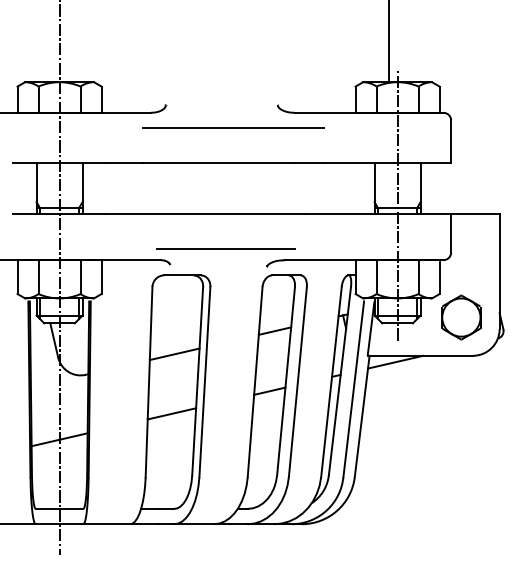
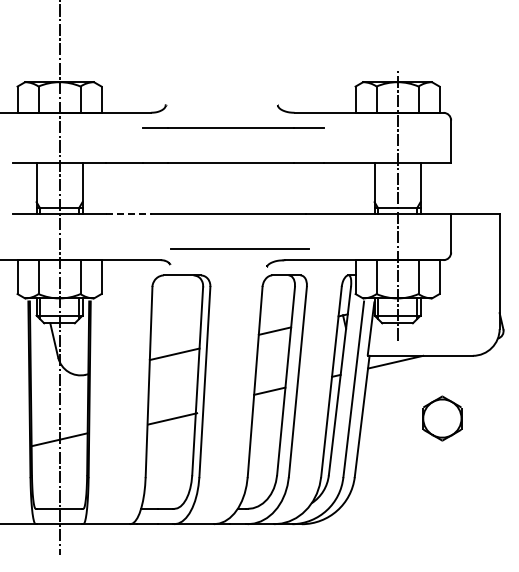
line at (388, 42): present -> none
line at (128, 214): solid -> dashed
line at (225, 248) position: (225, 248) -> (239, 248)
part at (461, 317) position: (461, 317) -> (442, 418)
line at (171, 413) position: (171, 413) -> (172, 418)
